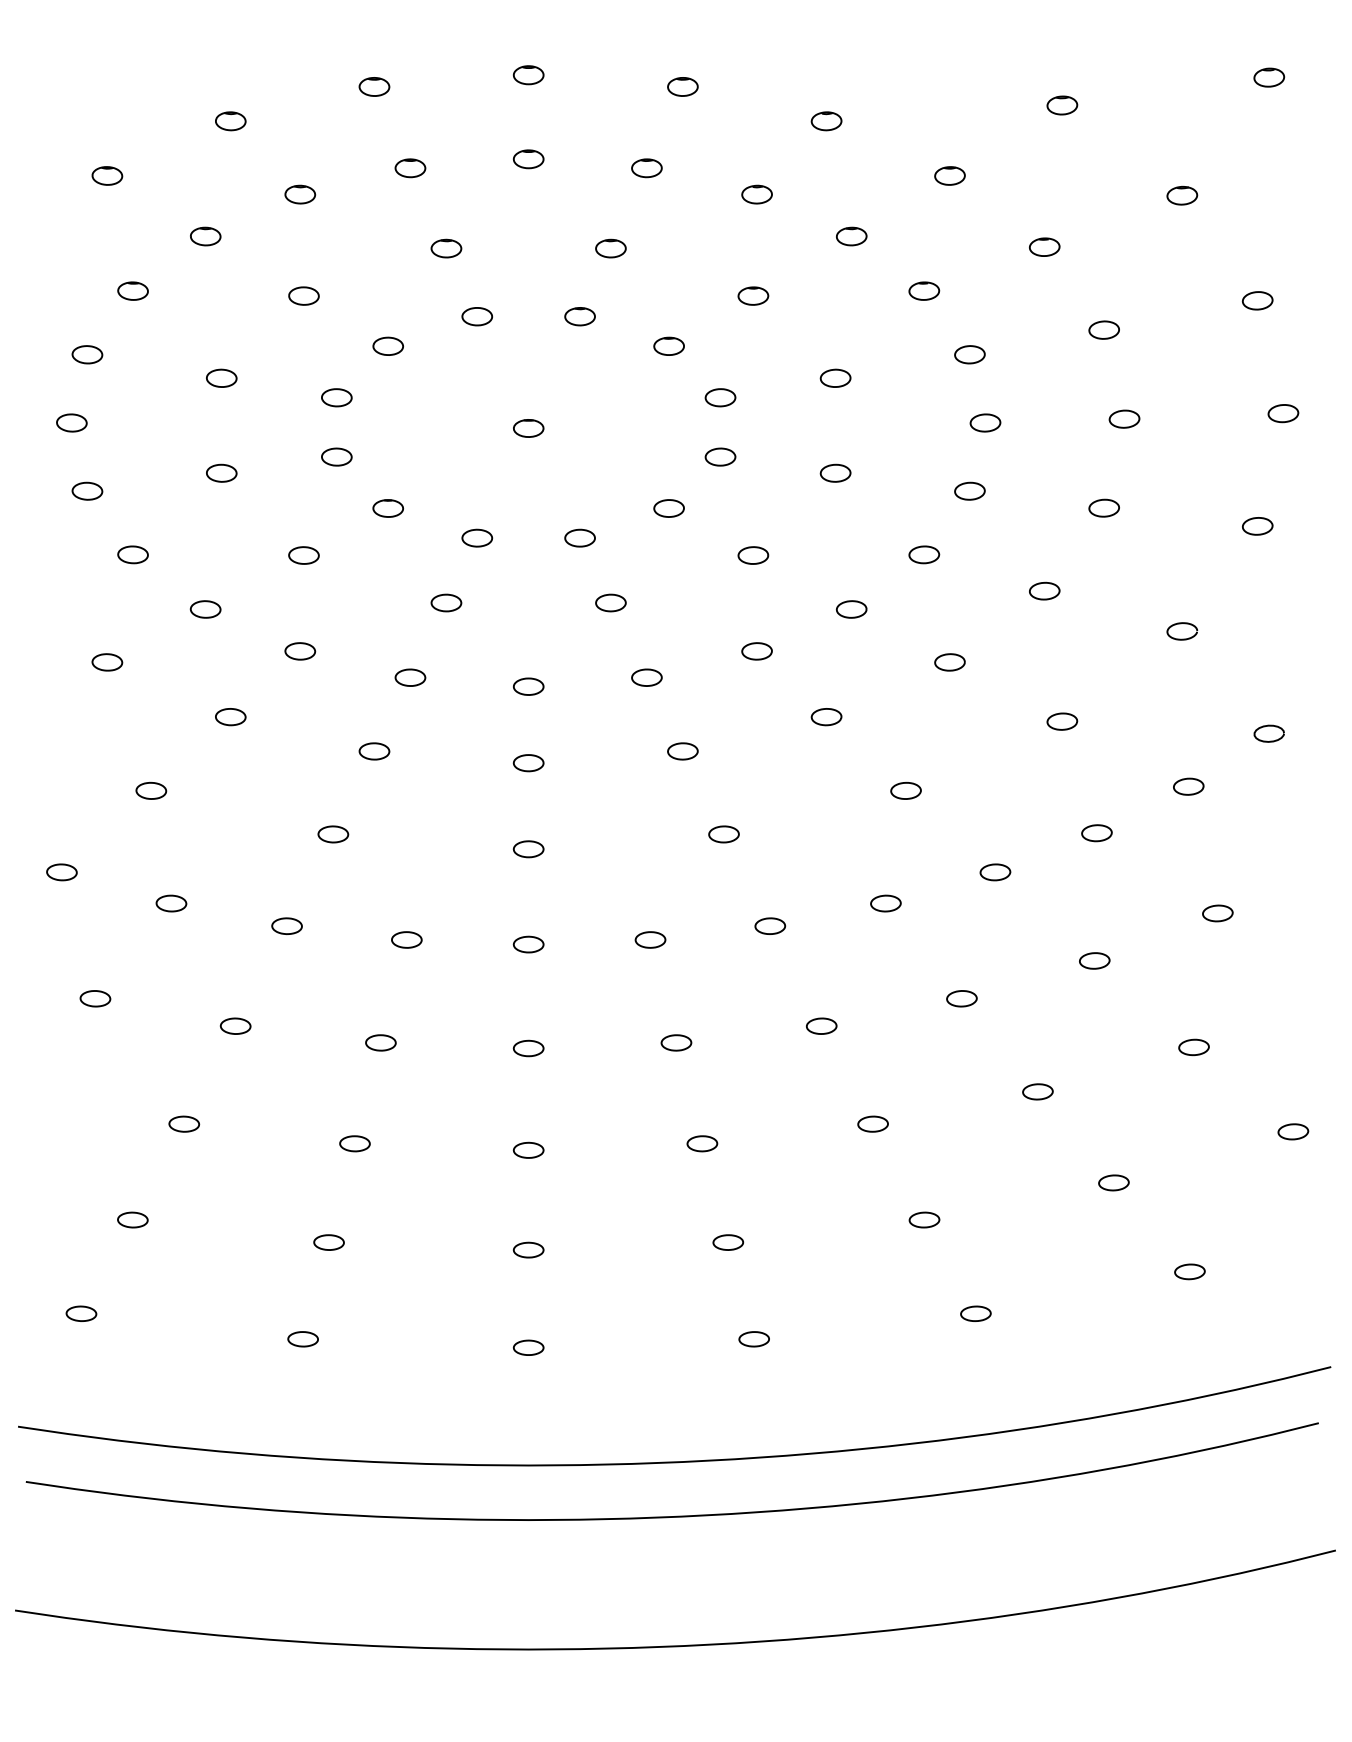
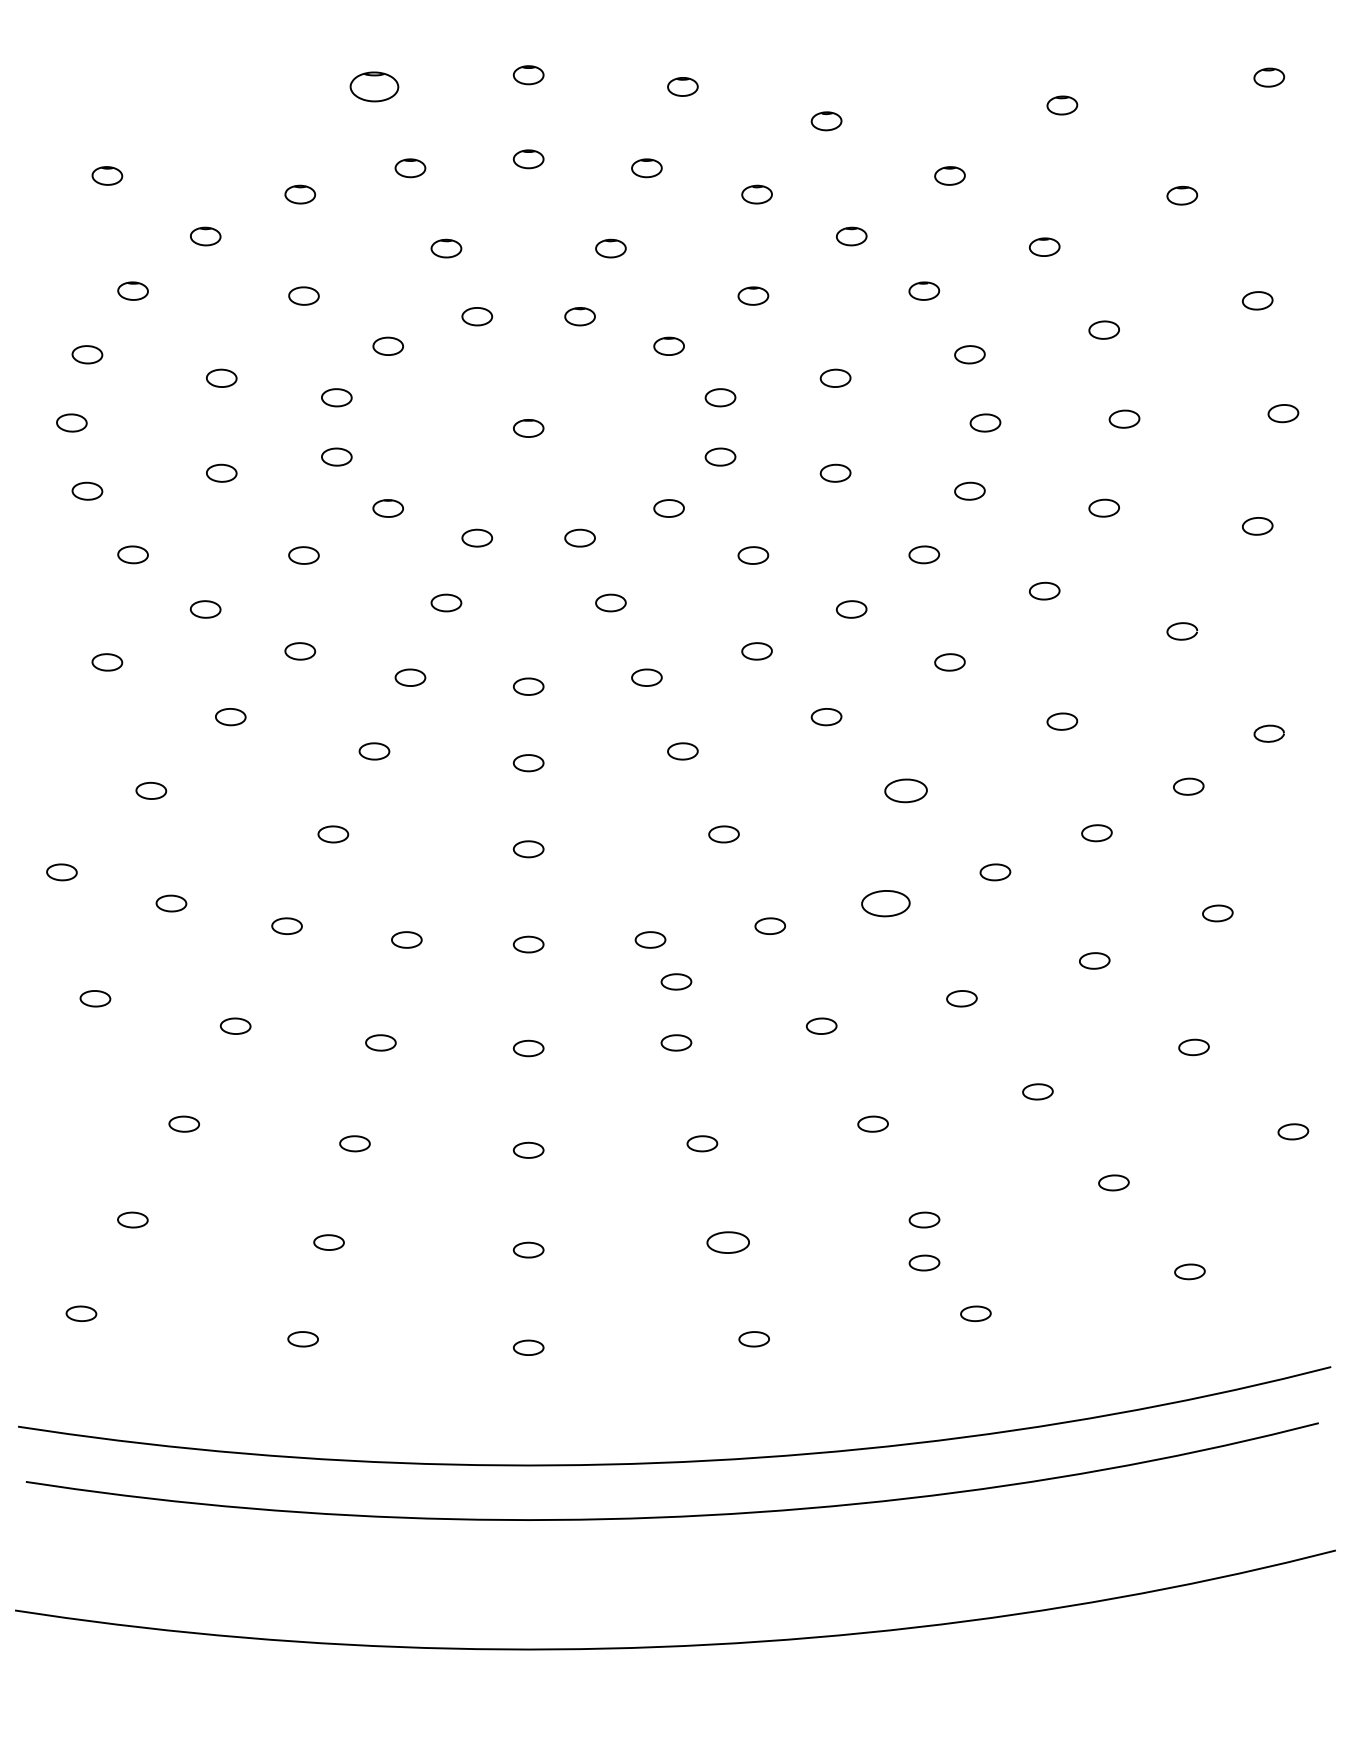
part at (374, 86) size: 33x20 px -> 51x32 px
part at (230, 121): present -> none
part at (905, 790) size: 32x18 px -> 44x26 px
part at (885, 903) size: 32x19 px -> 50x28 px
part at (676, 981): none -> present
part at (728, 1242) size: 33x17 px -> 44x23 px
part at (924, 1262): none -> present
